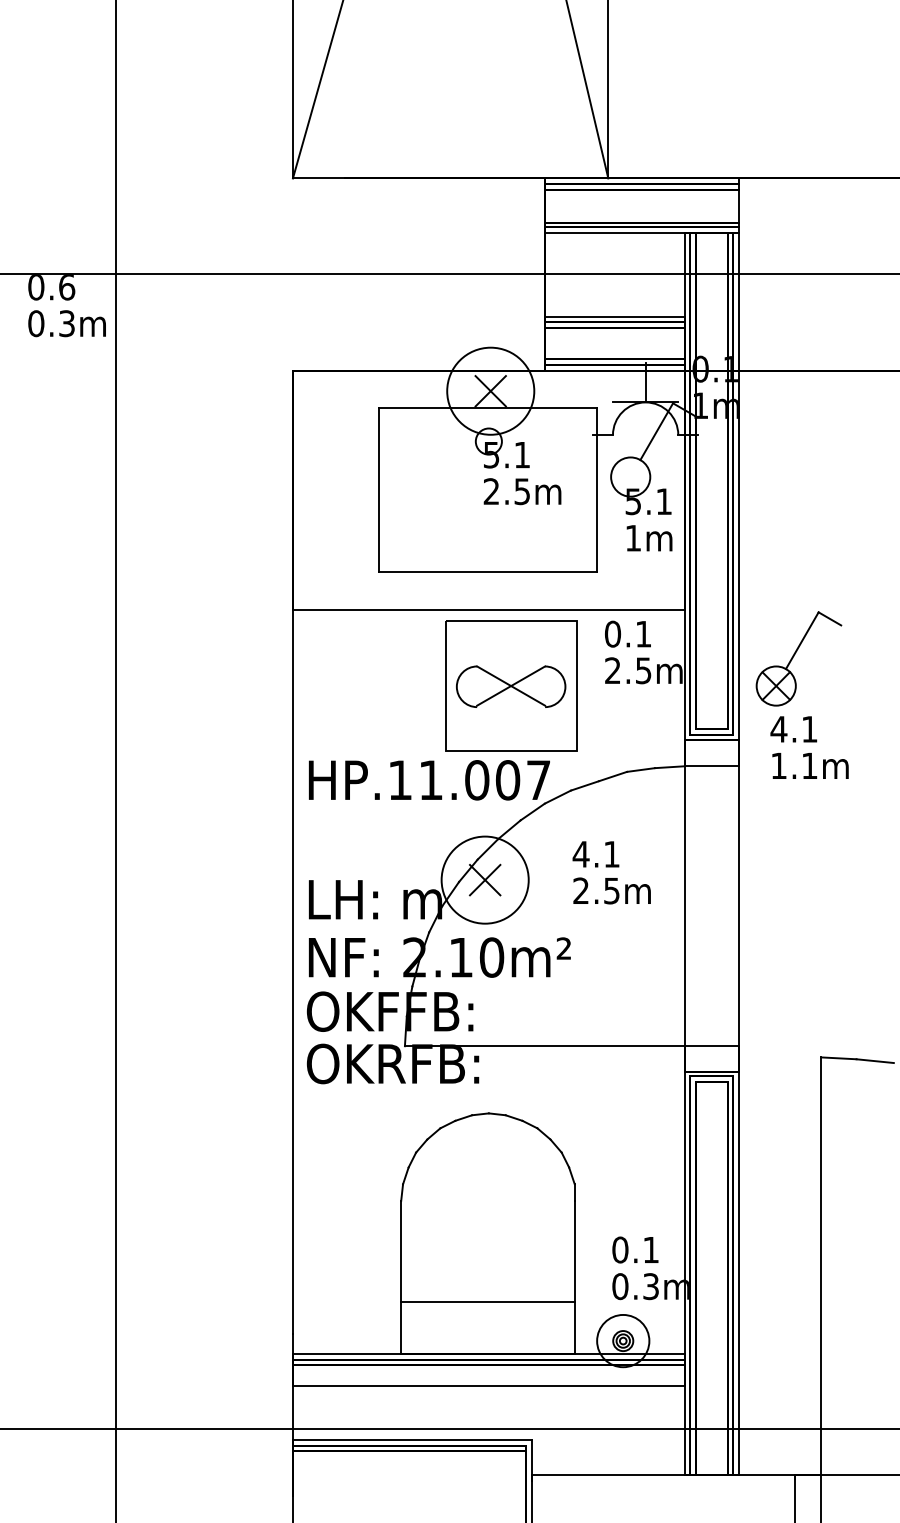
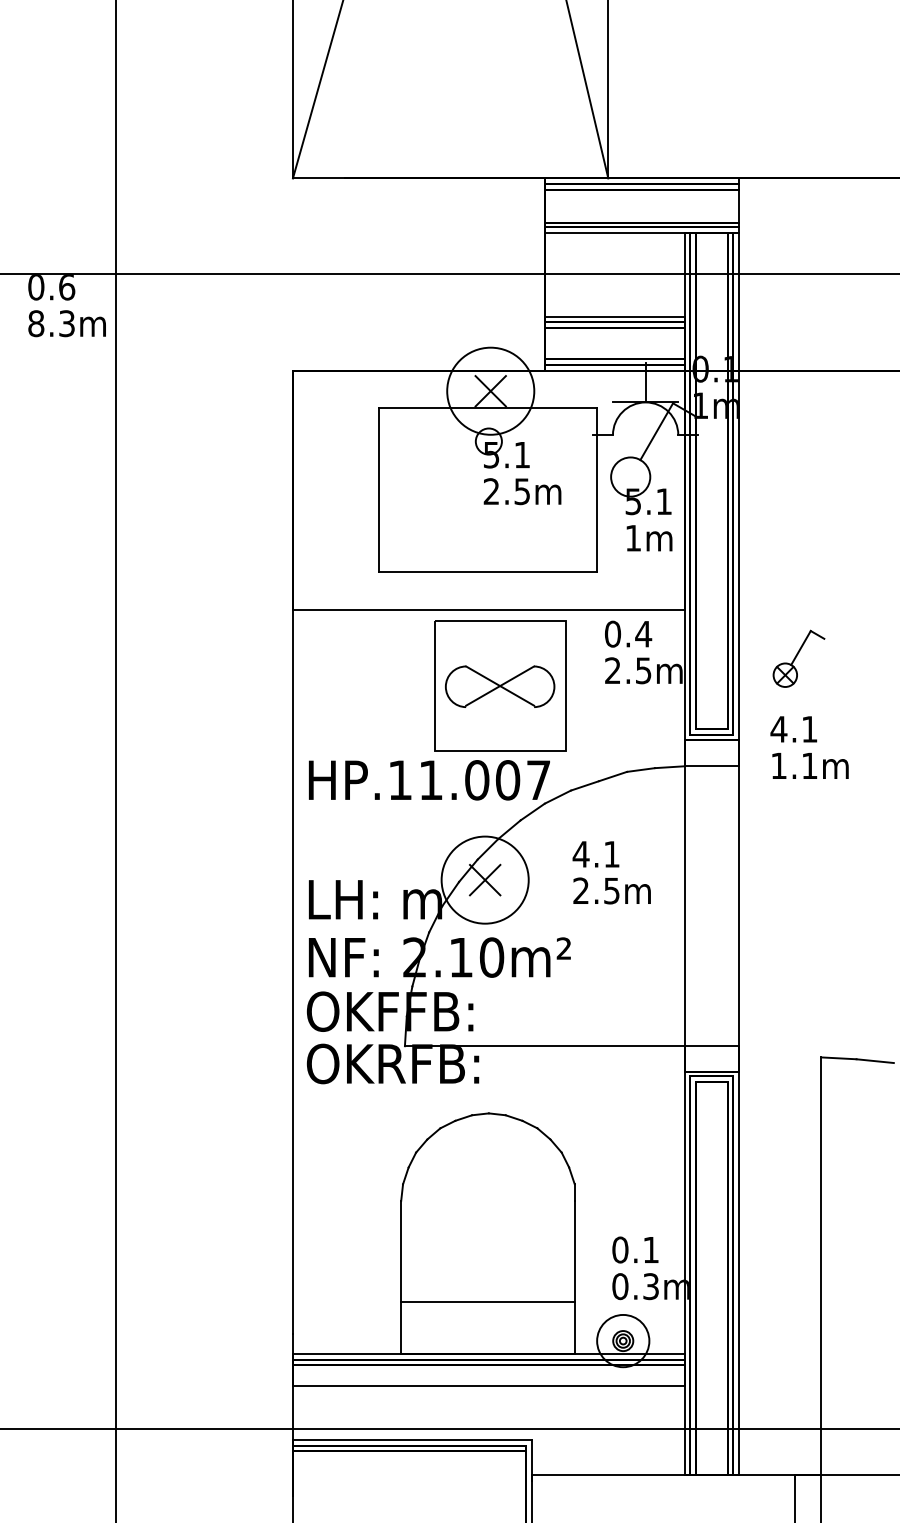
text at (36, 323): 0.3m -> 8.3m
text at (643, 634): 0.1 -> 0.4
part at (798, 658) size: 88x96 px -> 54x59 px
part at (511, 685) position: (511, 685) -> (500, 685)
